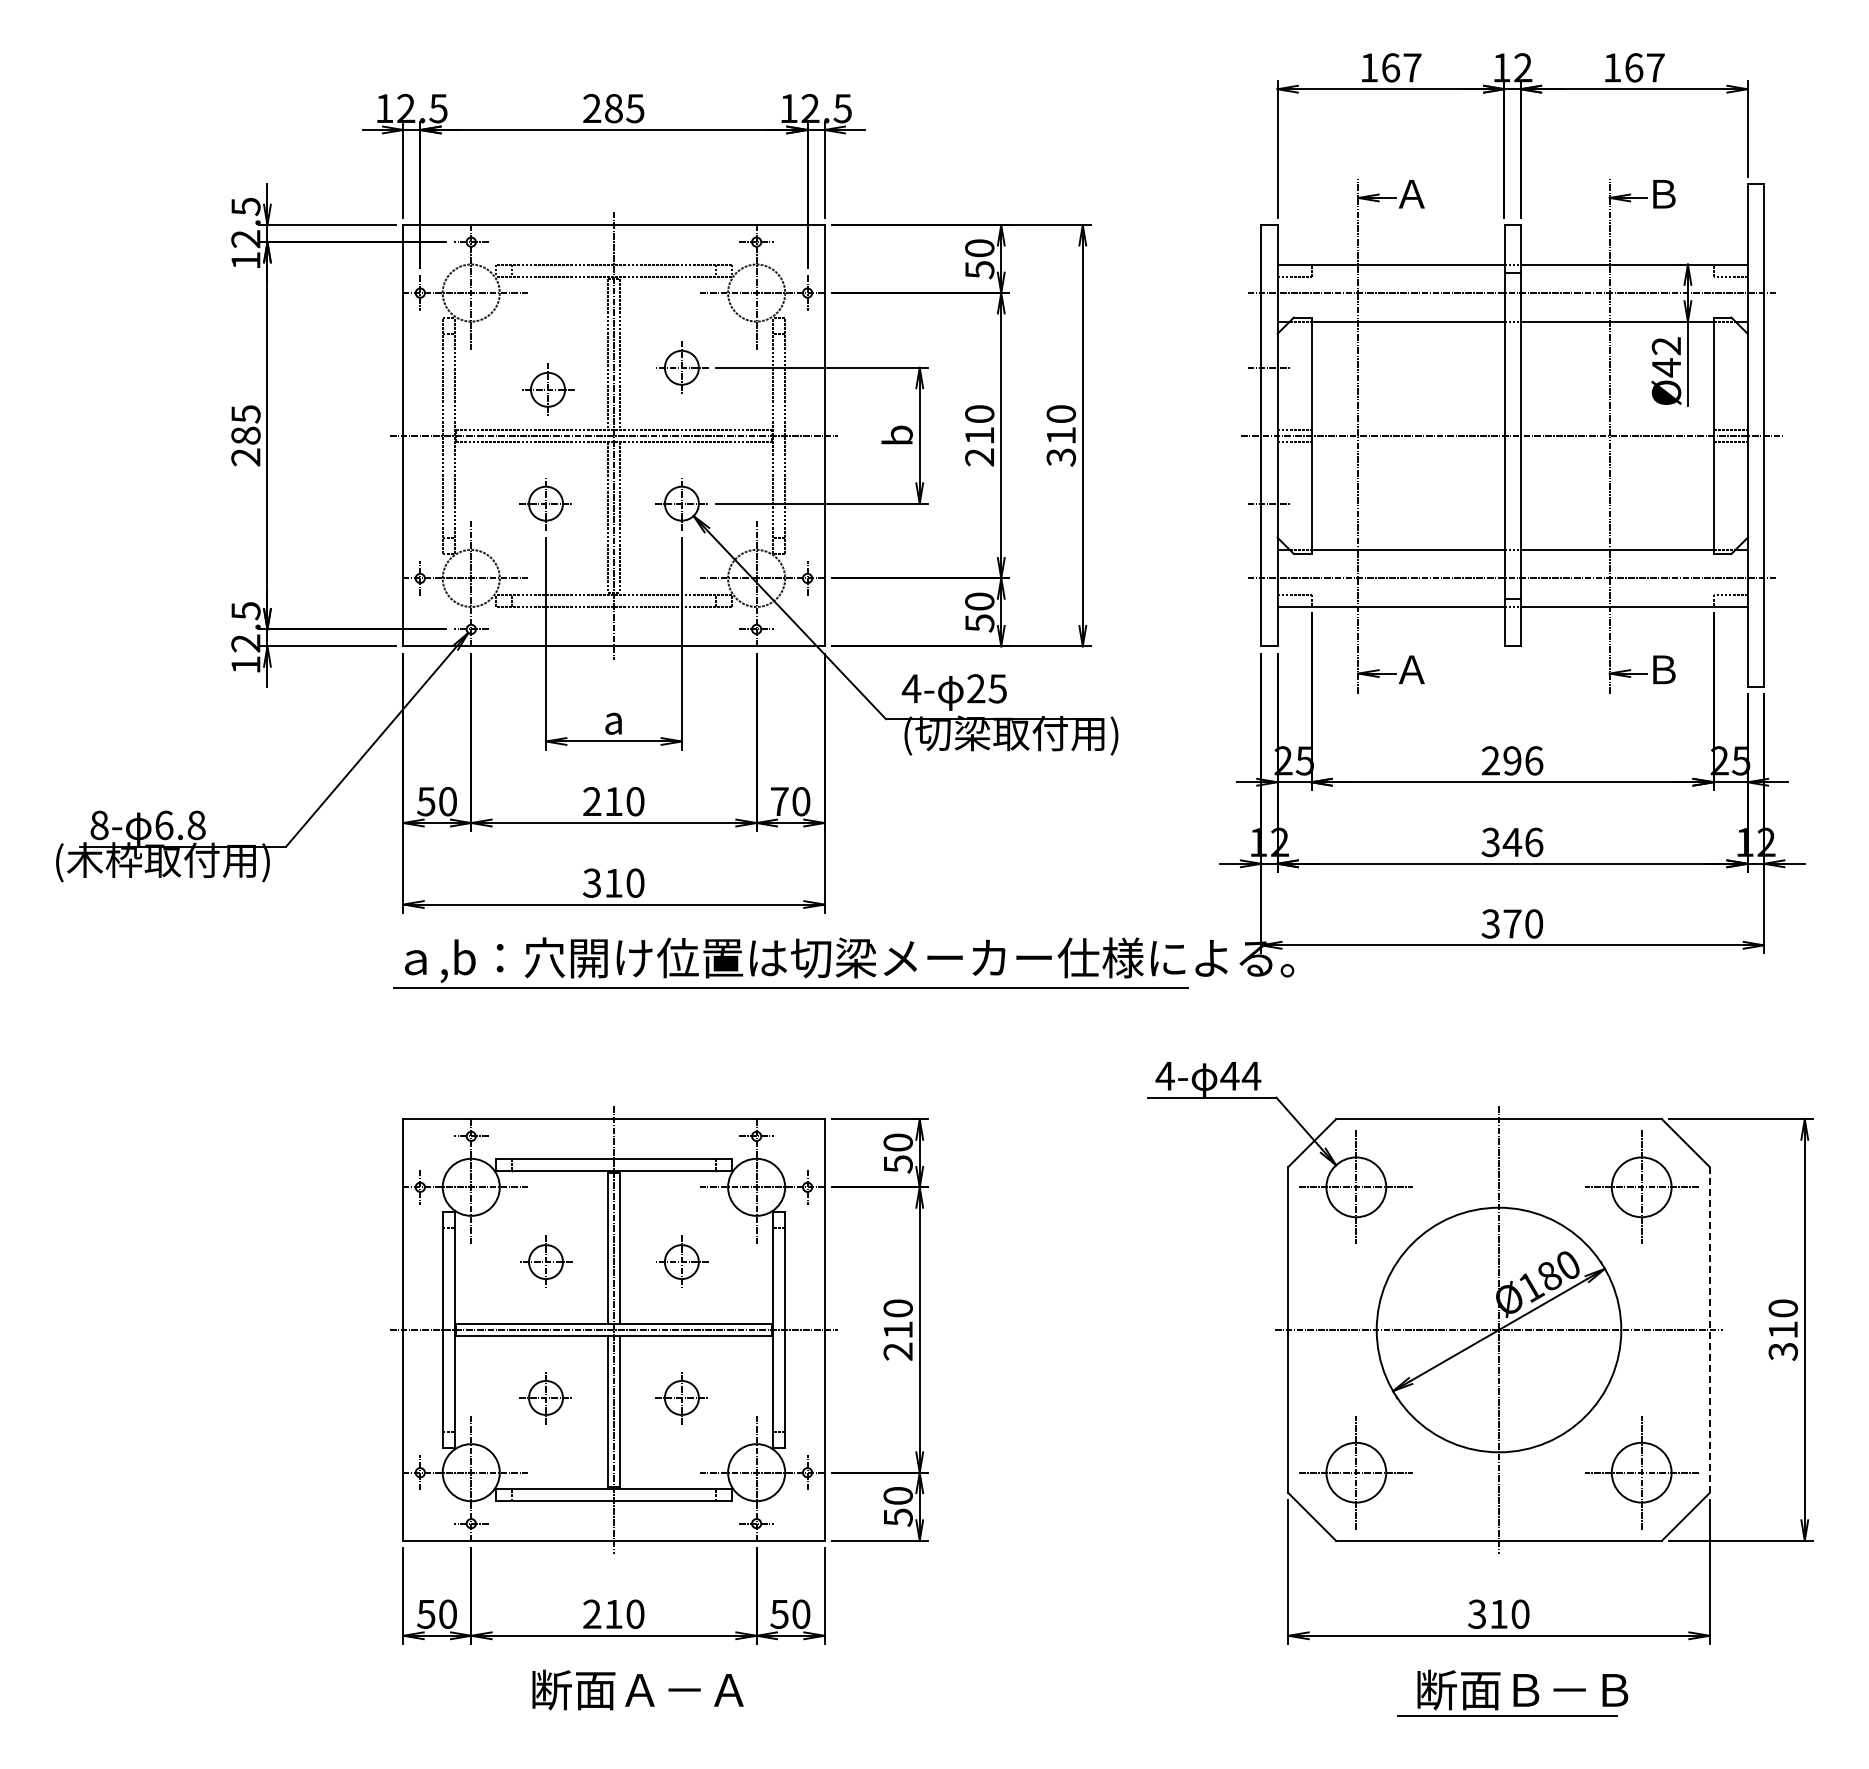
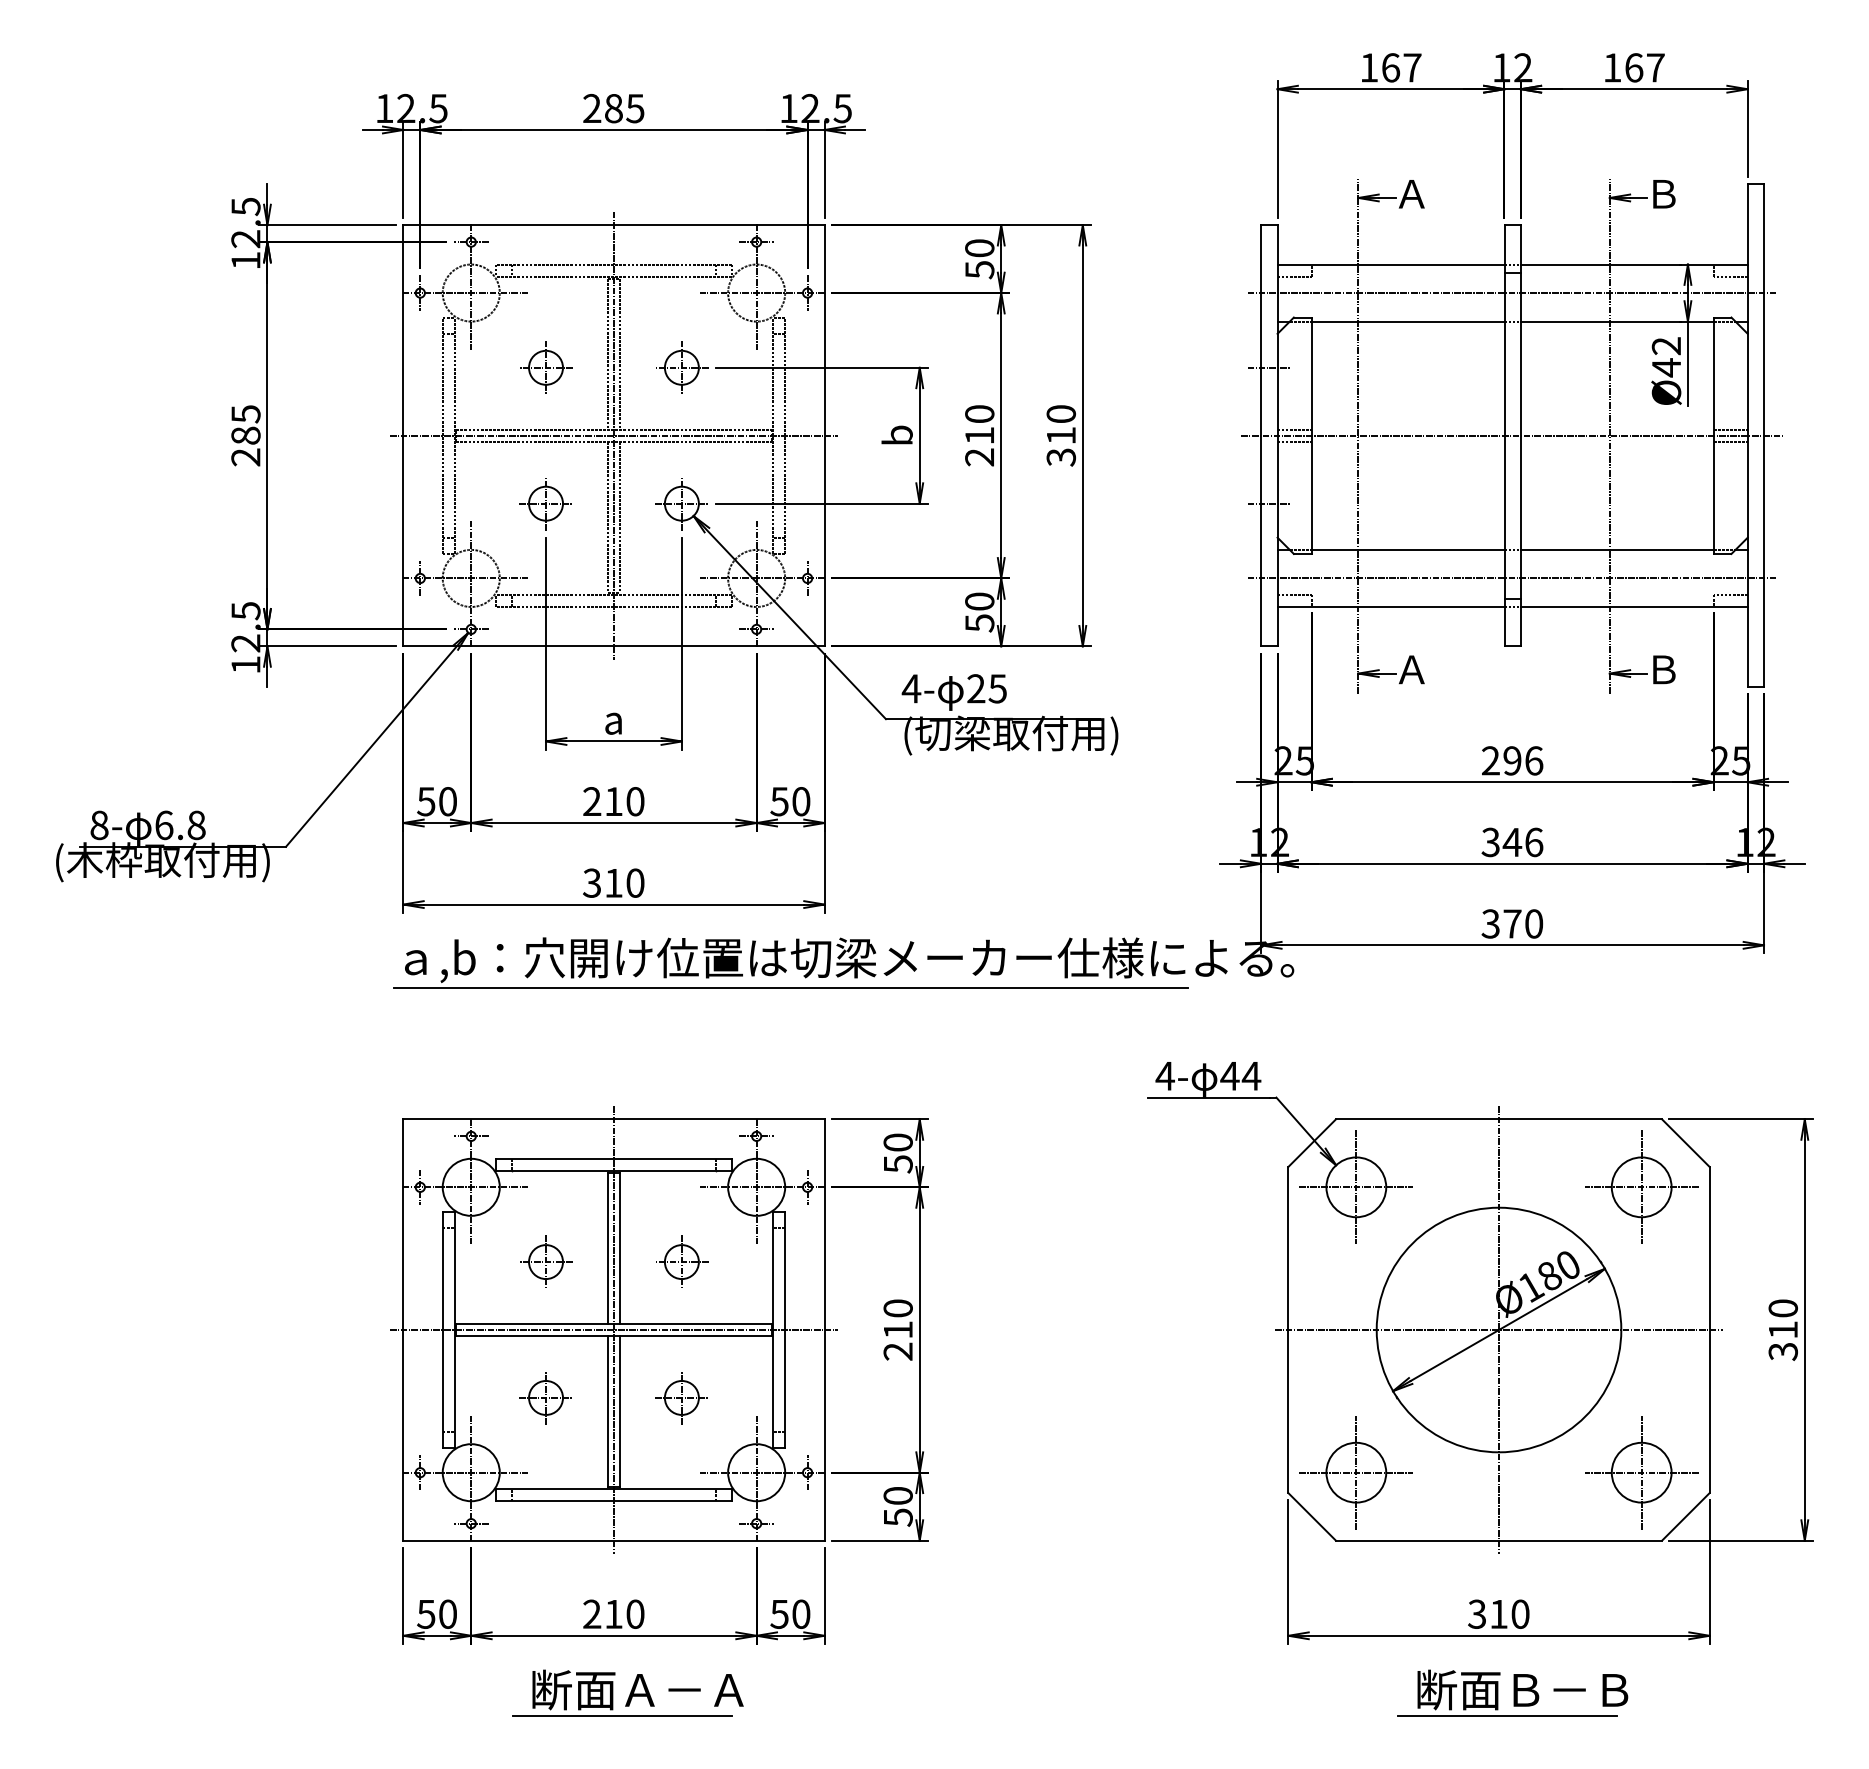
part at (548, 389) position: (548, 389) -> (546, 367)
text at (779, 801): 70 -> 50
line at (1709, 1329): dashed -> solid
line at (622, 1715): none -> present
